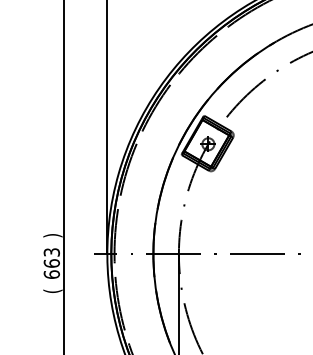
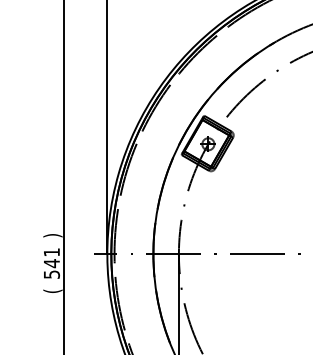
text at (51, 263): 663 -> 541
